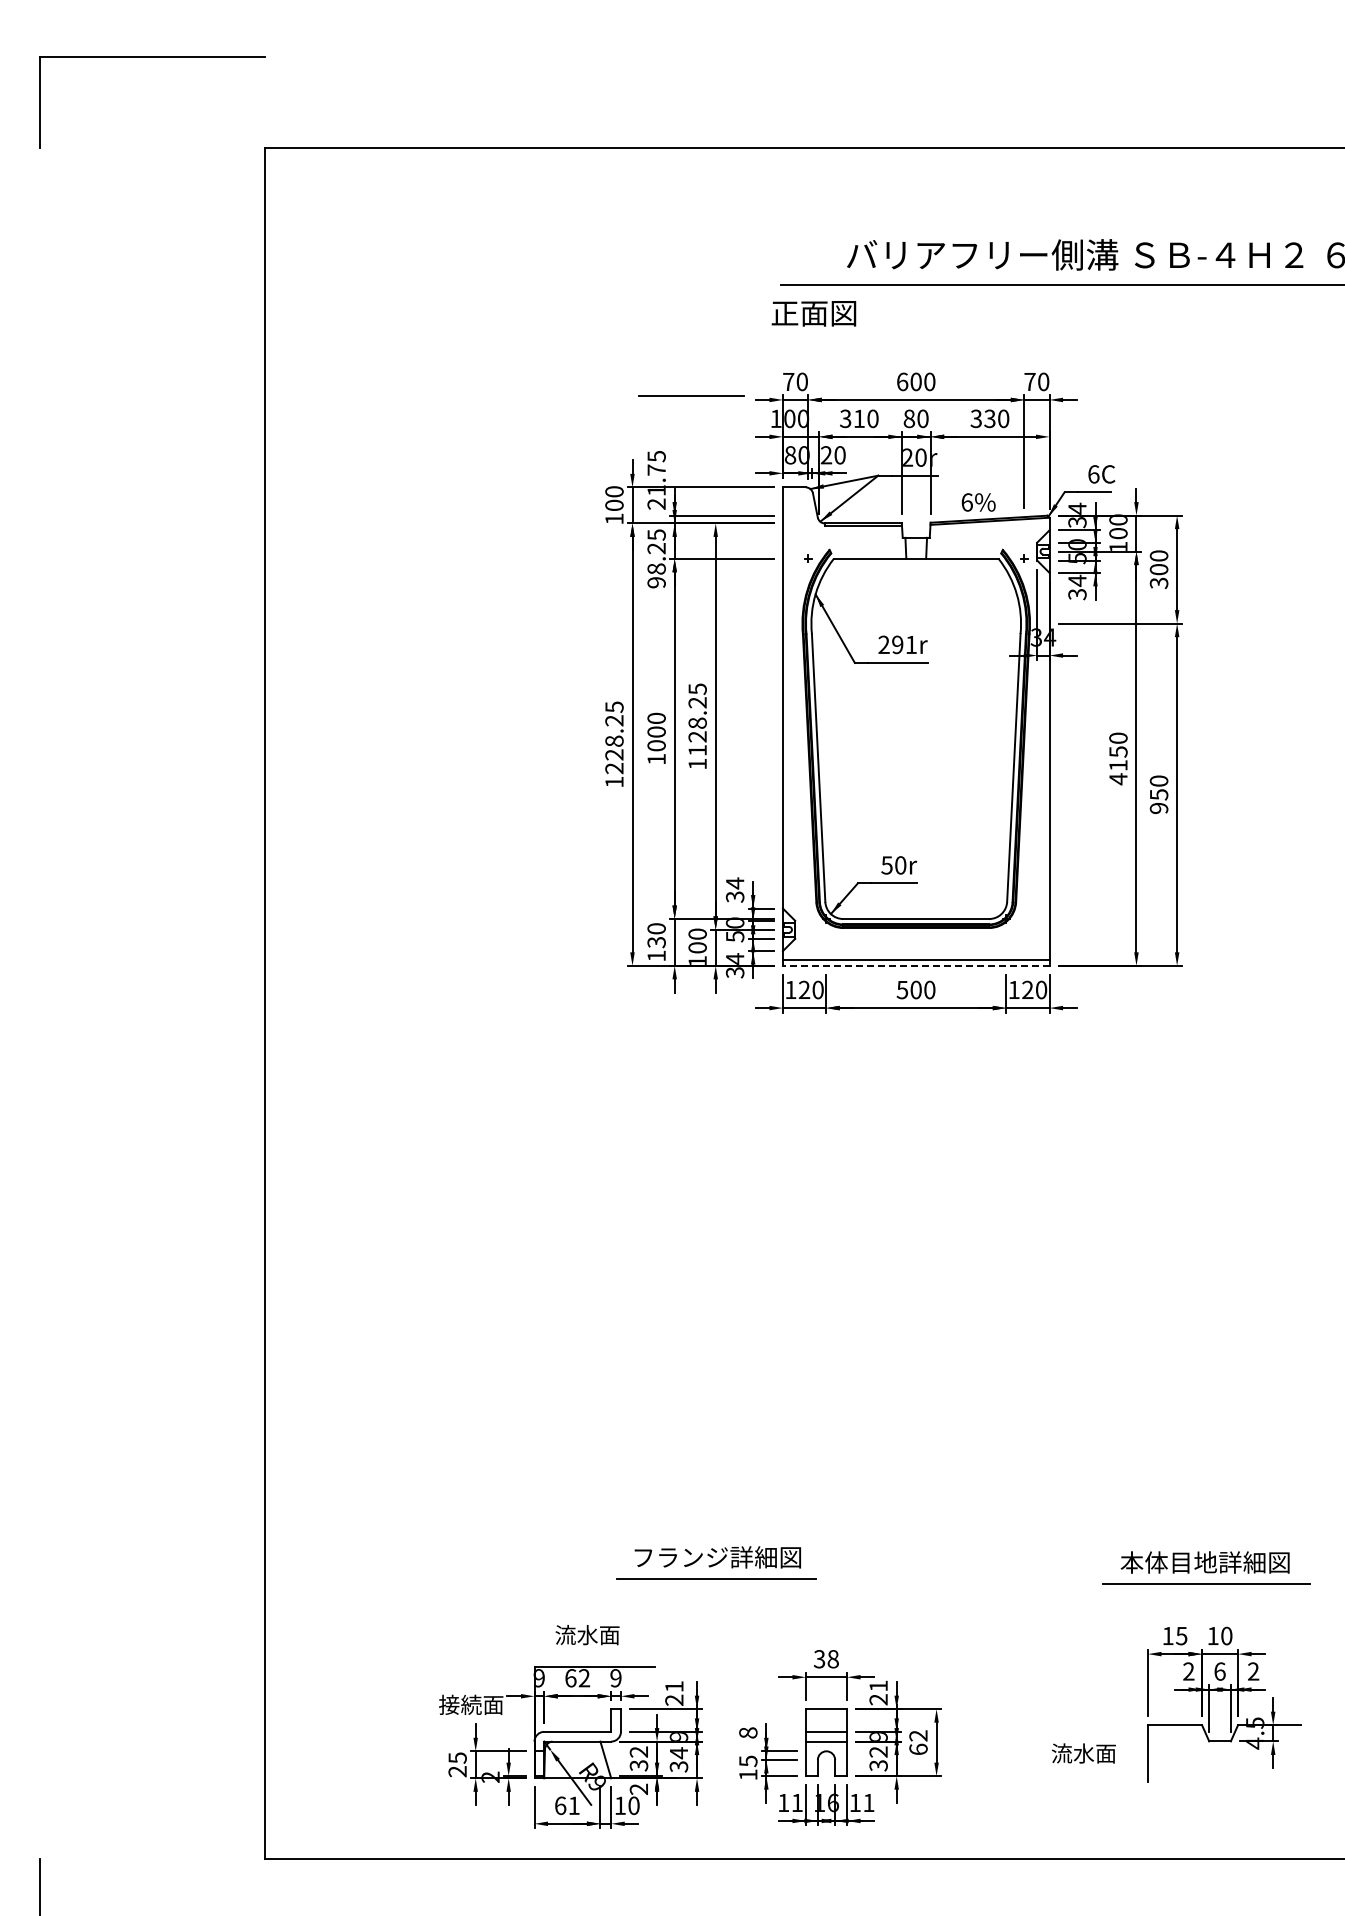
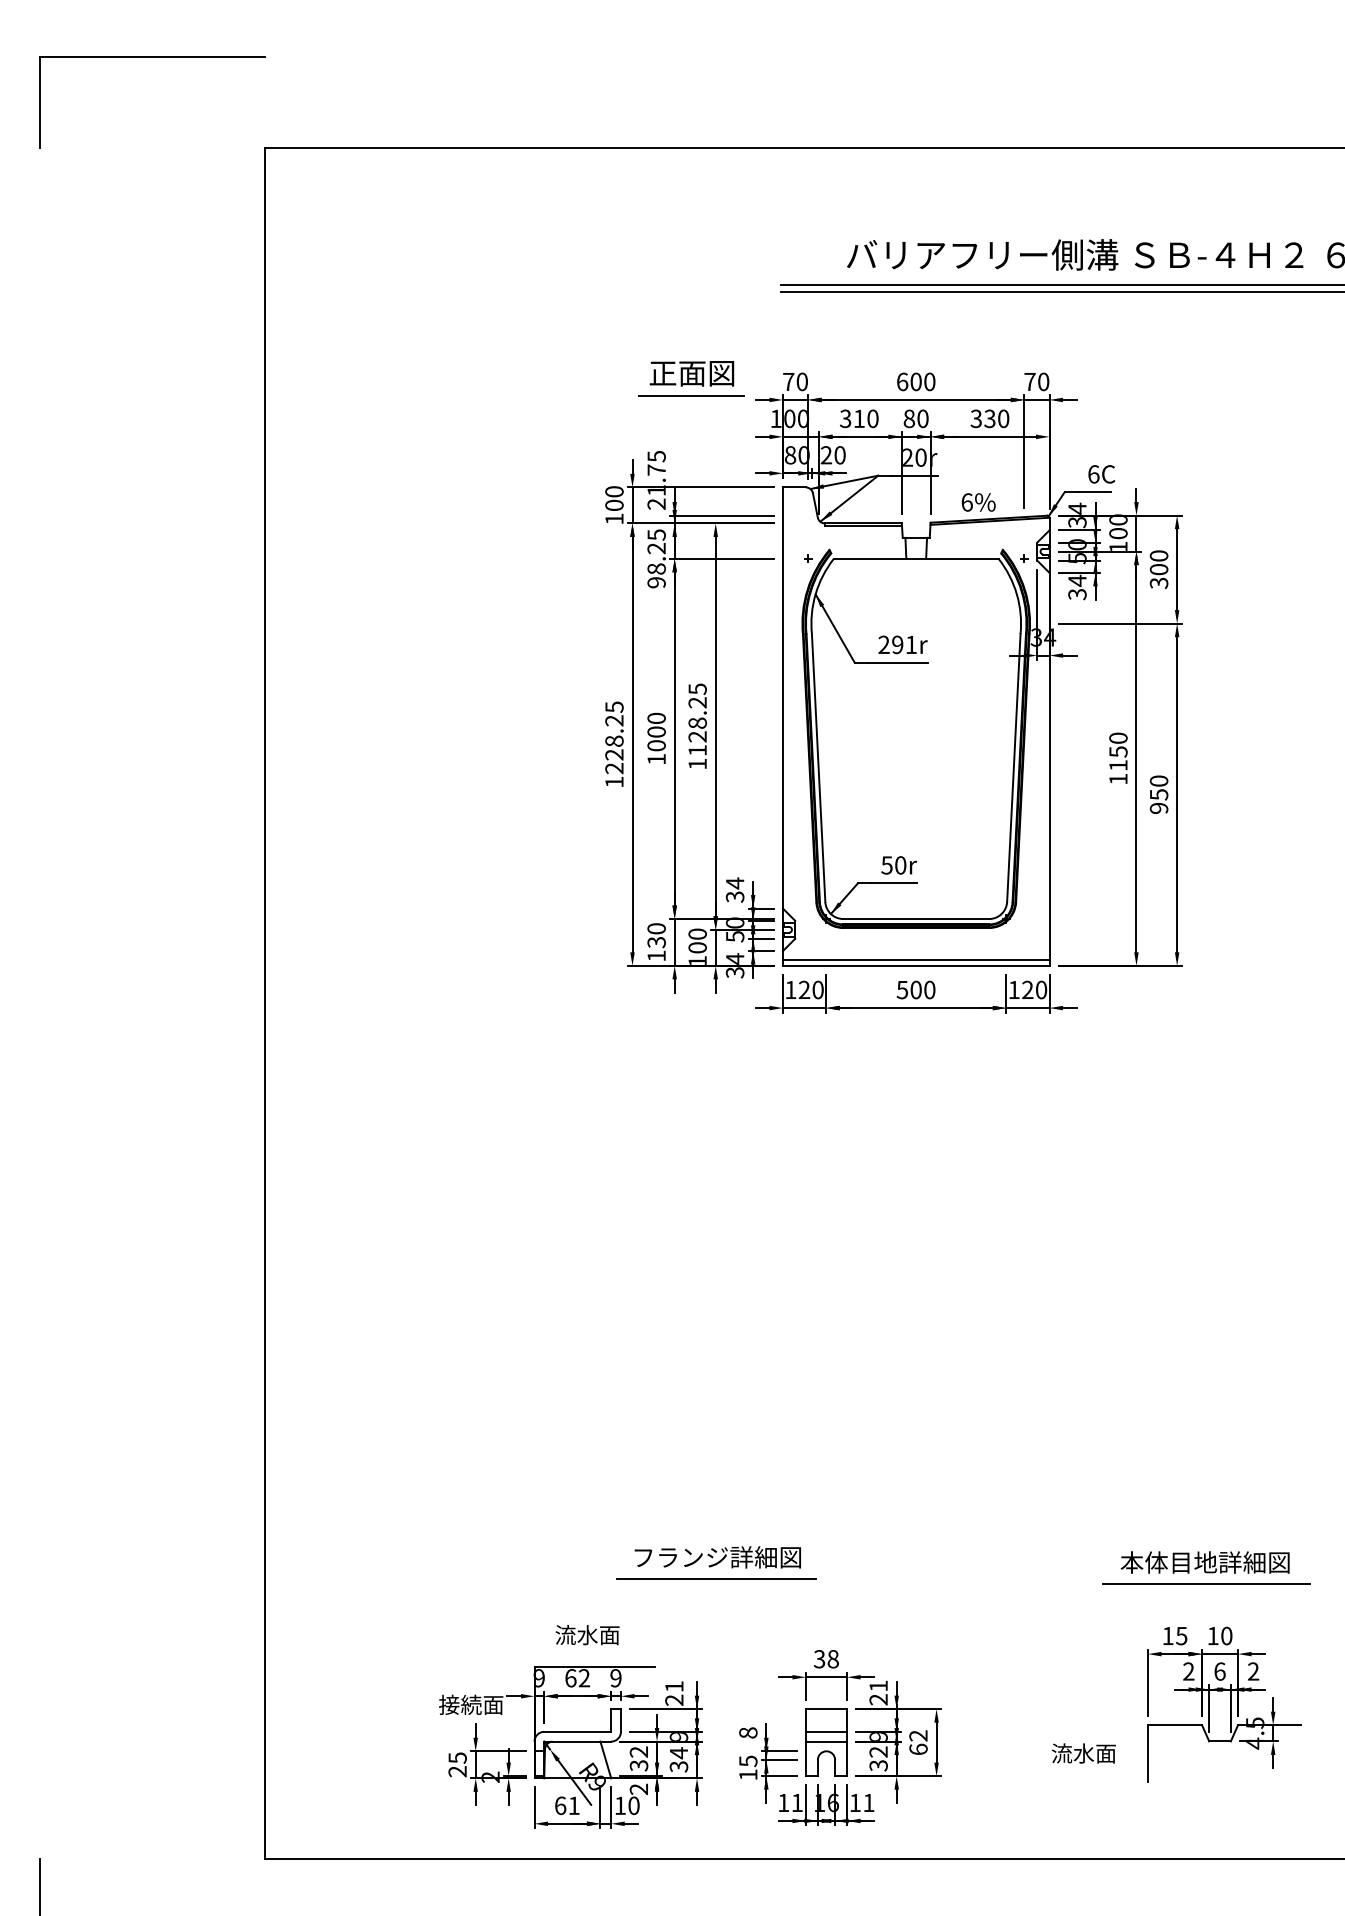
line at (1060, 292): none -> present
text at (813, 313) position: (813, 313) -> (691, 373)
text at (1118, 779): 4150 -> 1150
line at (915, 965): dashed -> solid
